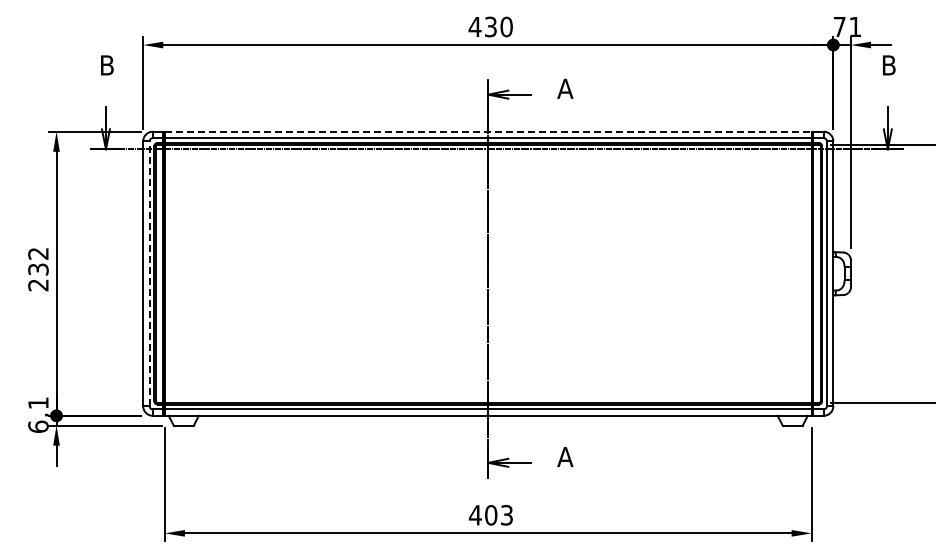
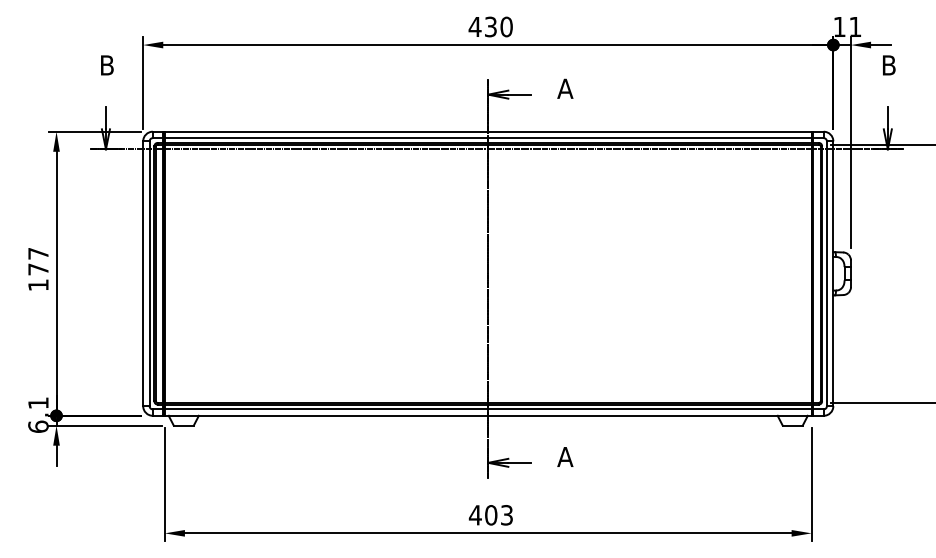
text at (839, 26): 71 -> 11
line at (488, 131): dashed -> solid
text at (38, 269): 232 -> 177
line at (149, 273): dashed -> solid
